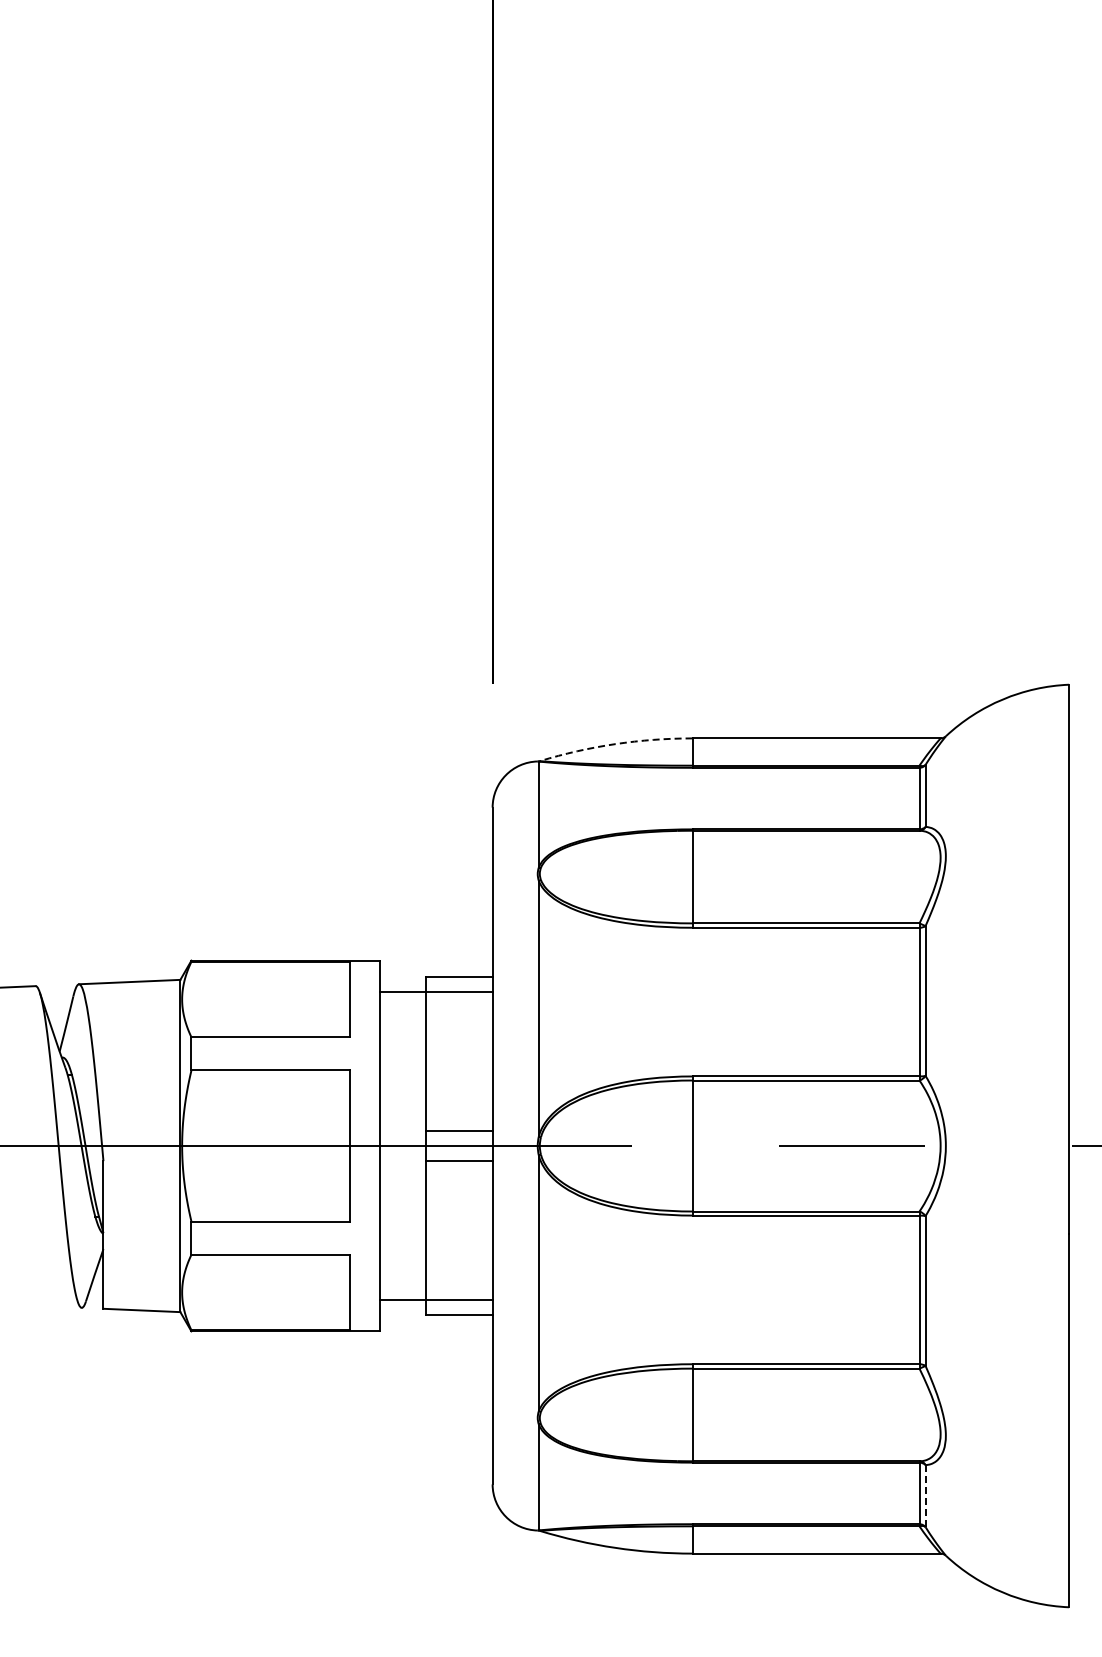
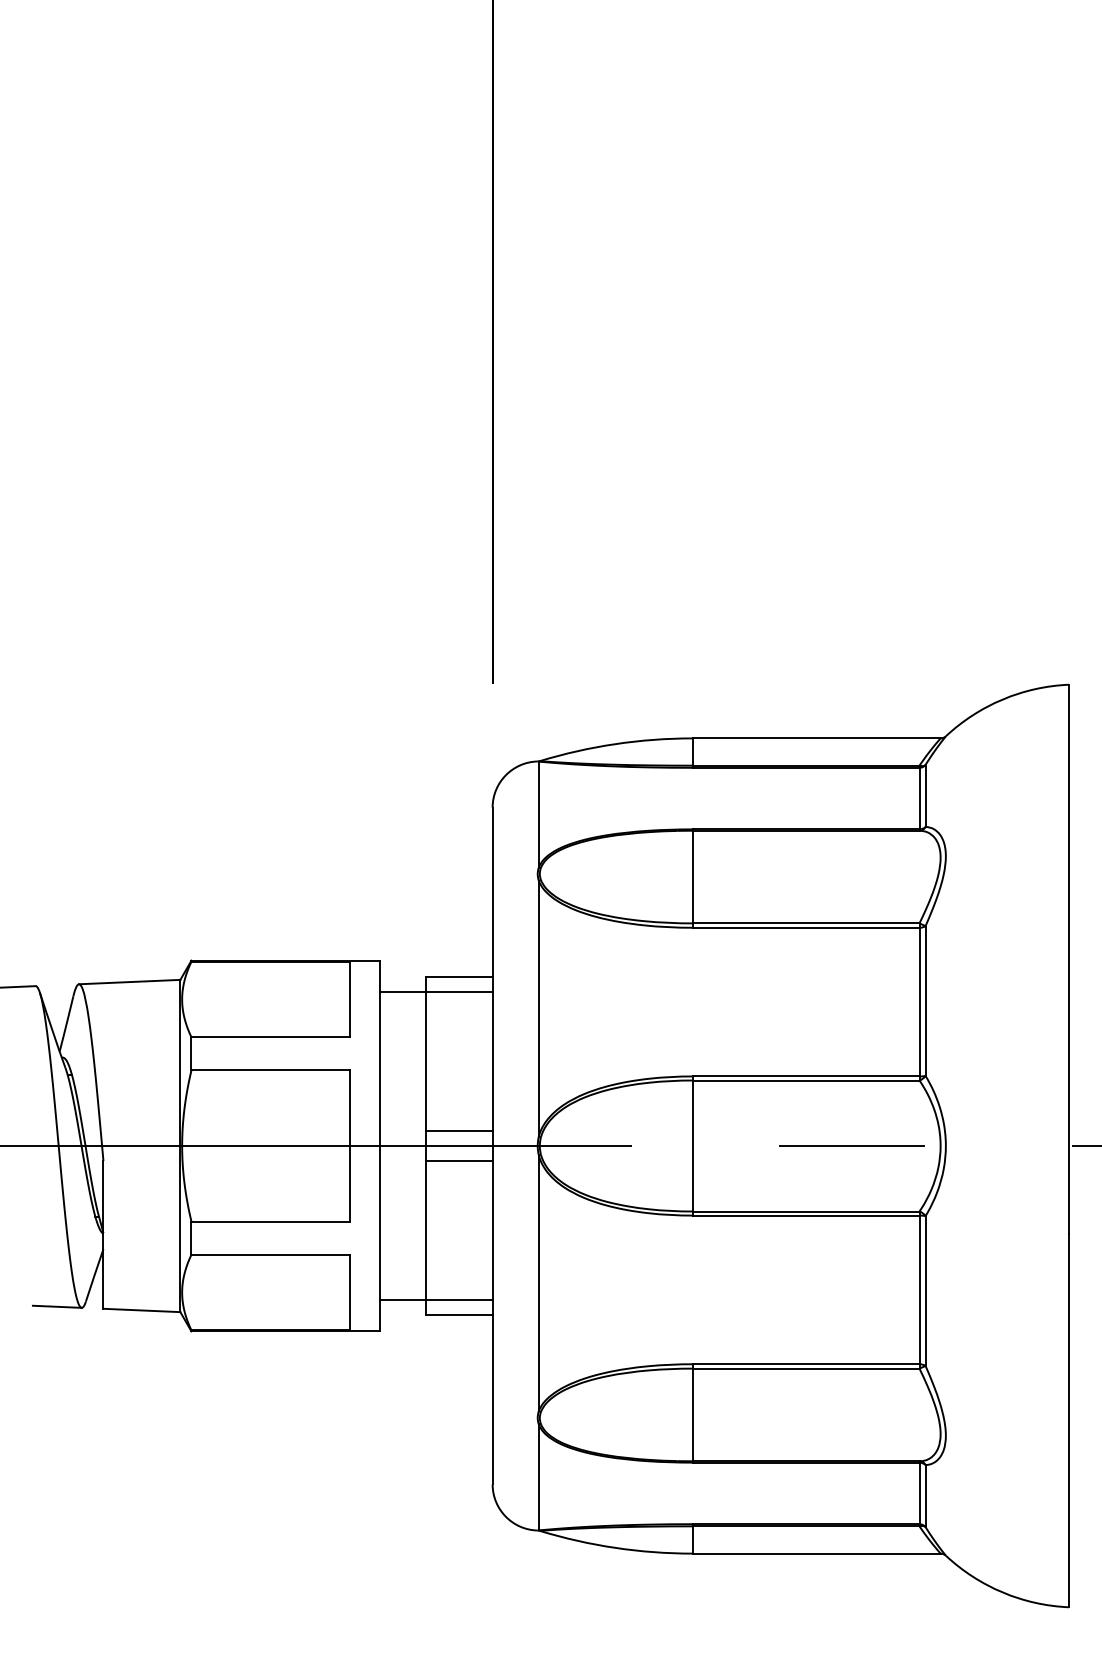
arc at (615, 744): dashed -> solid
line at (56, 1306): none -> present
line at (925, 1495): dashed -> solid
